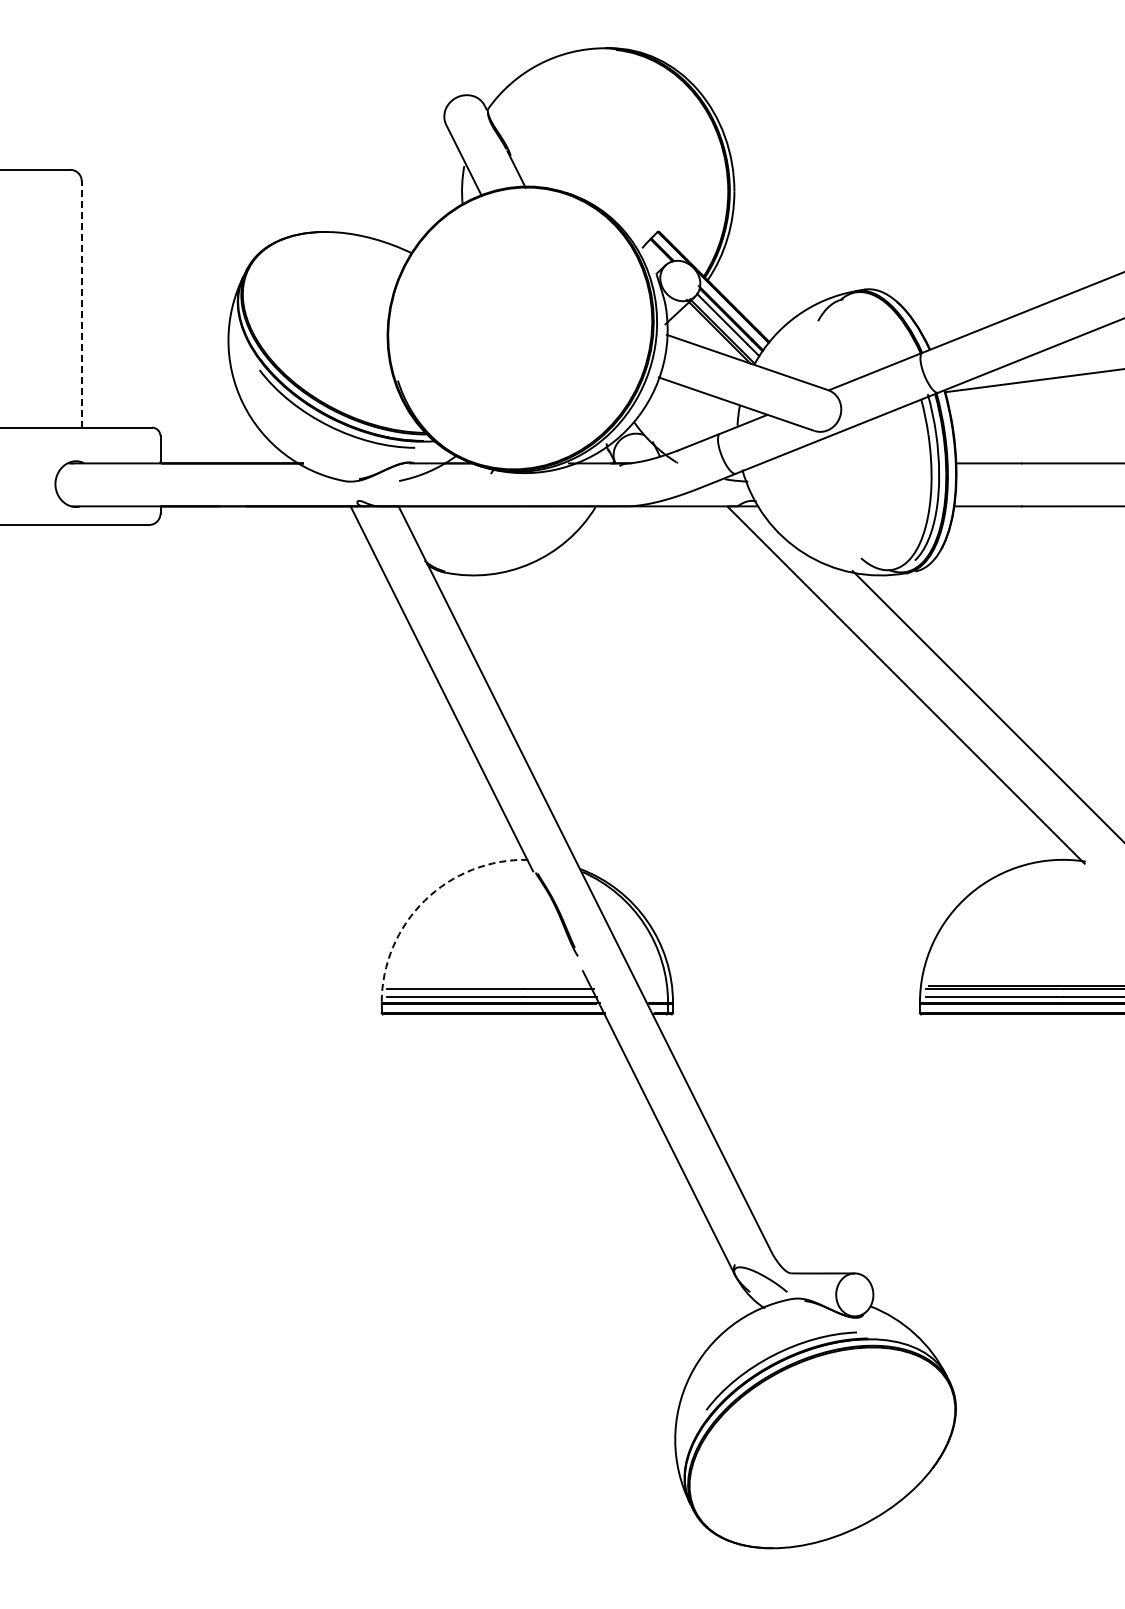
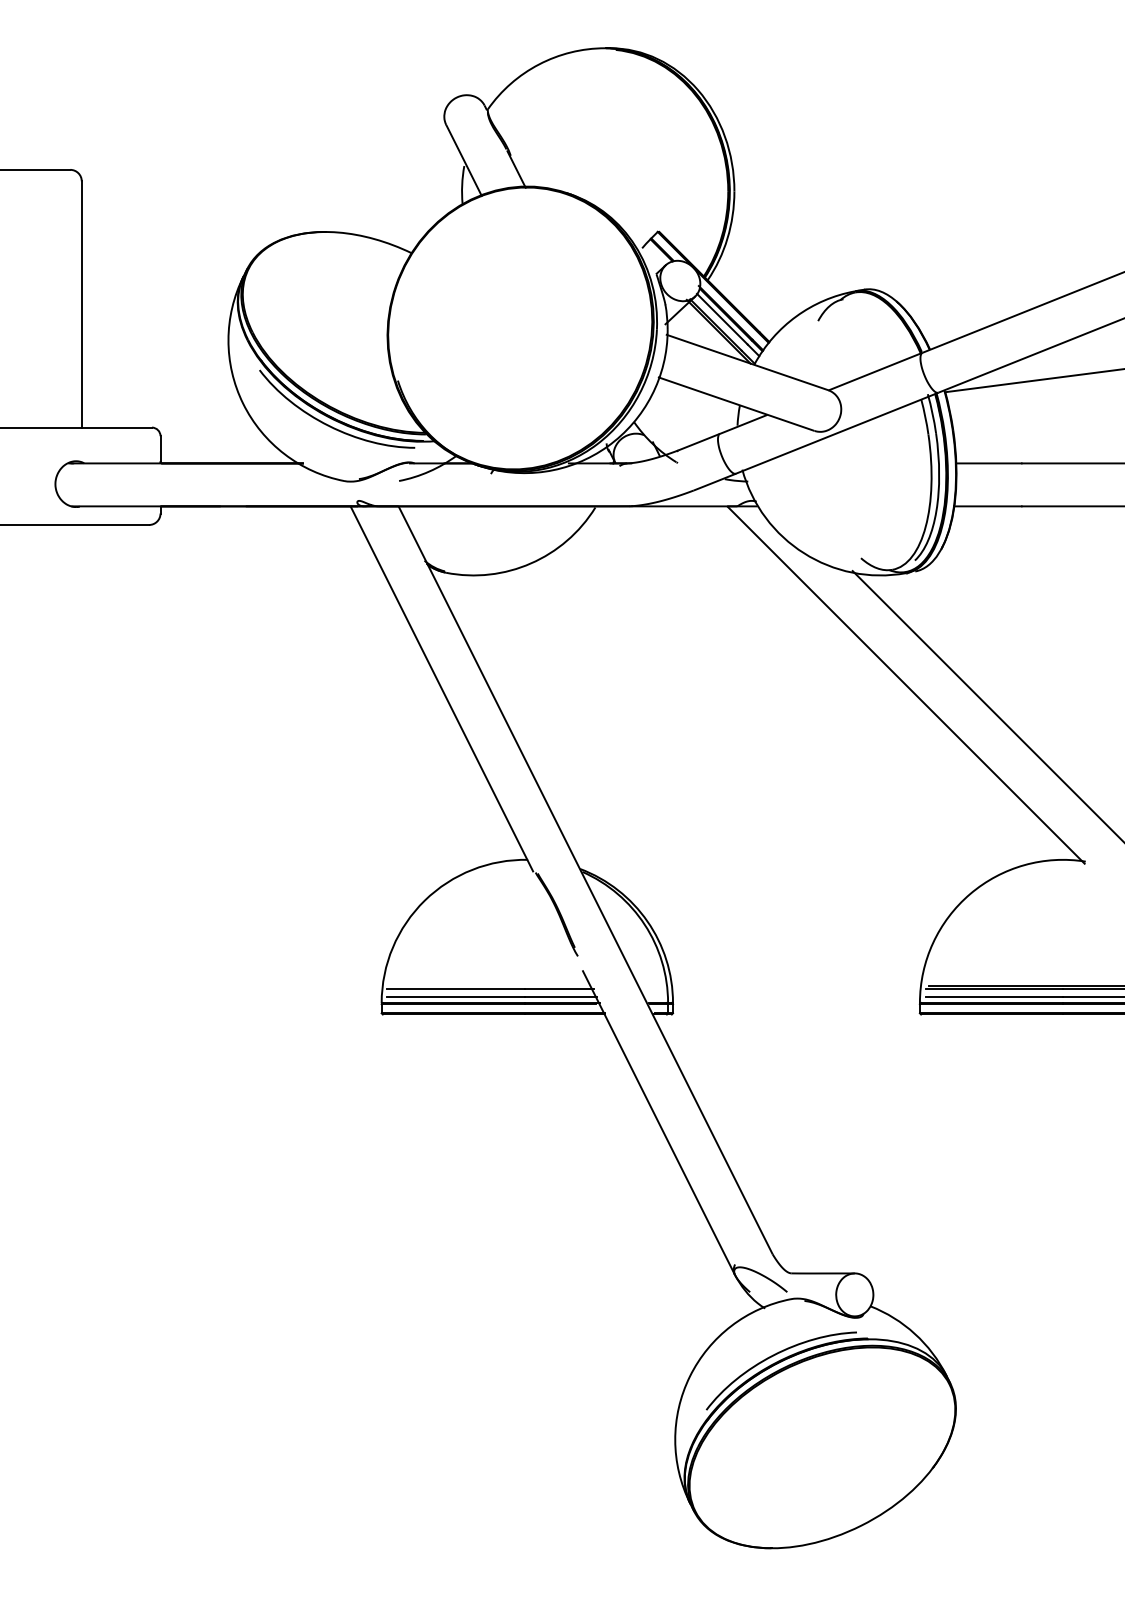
line at (81, 303): dashed -> solid
arc at (424, 900): dashed -> solid
